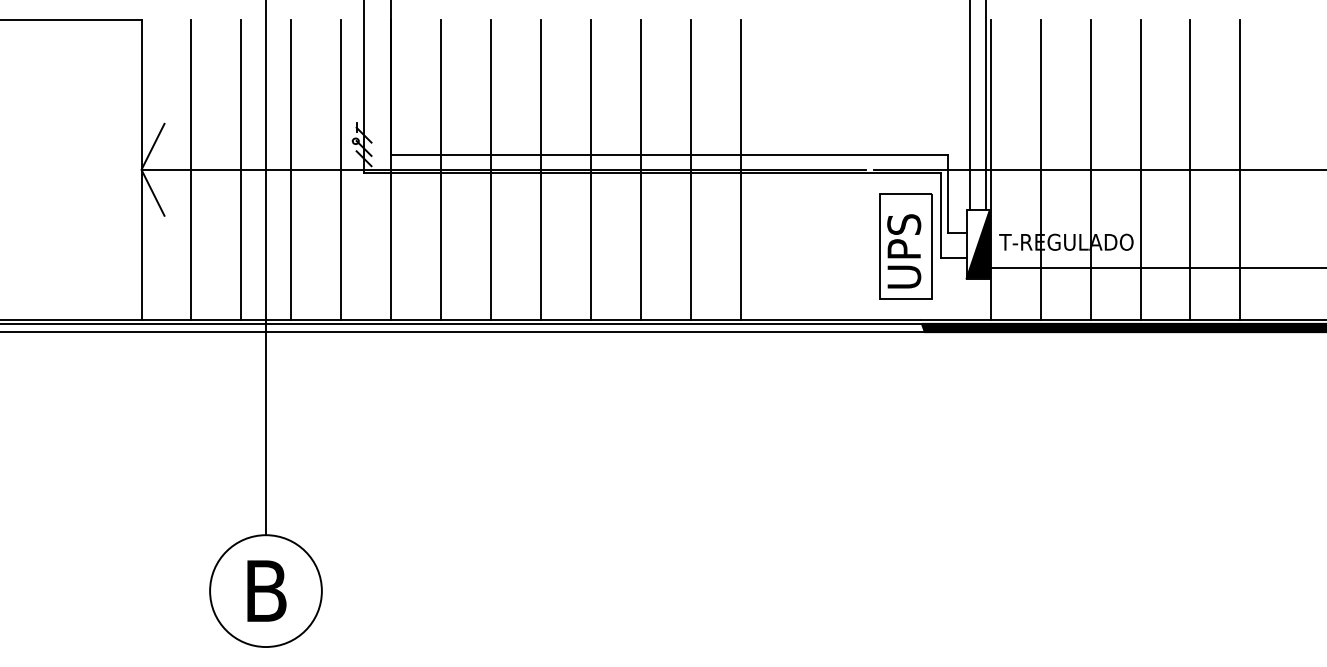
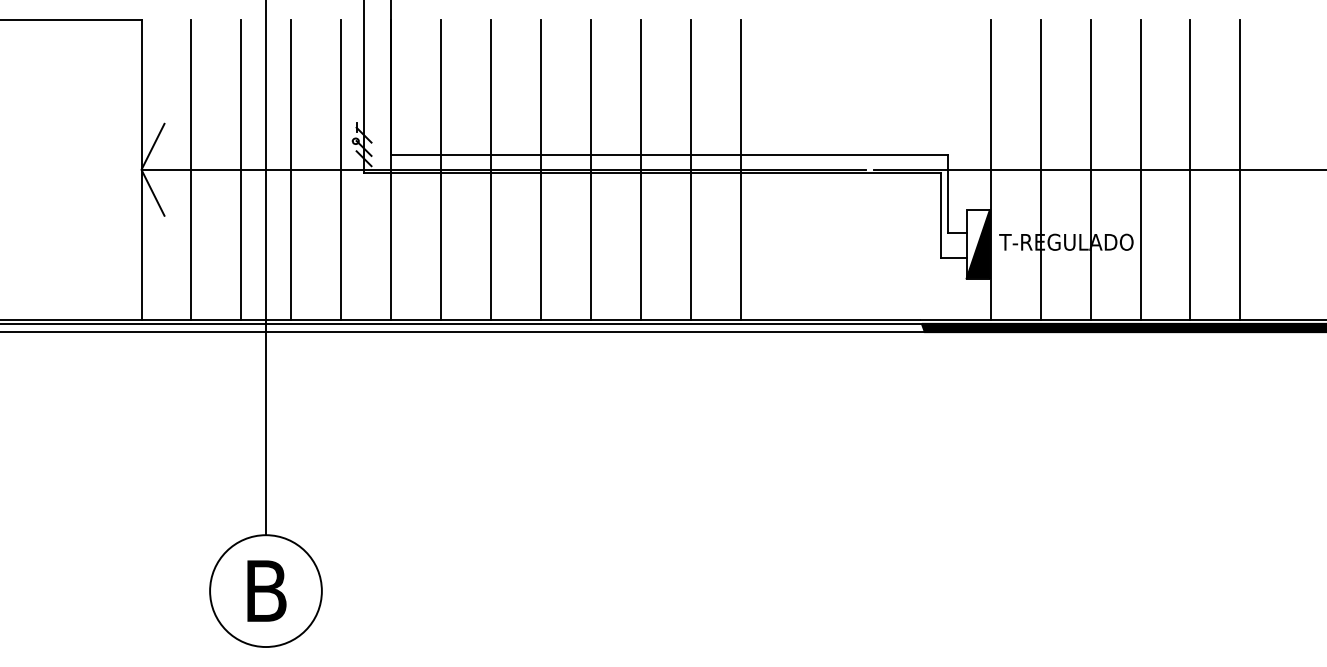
line at (985, 105): present -> none
line at (969, 106): present -> none
part at (905, 246): present -> none
line at (1155, 267): present -> none
